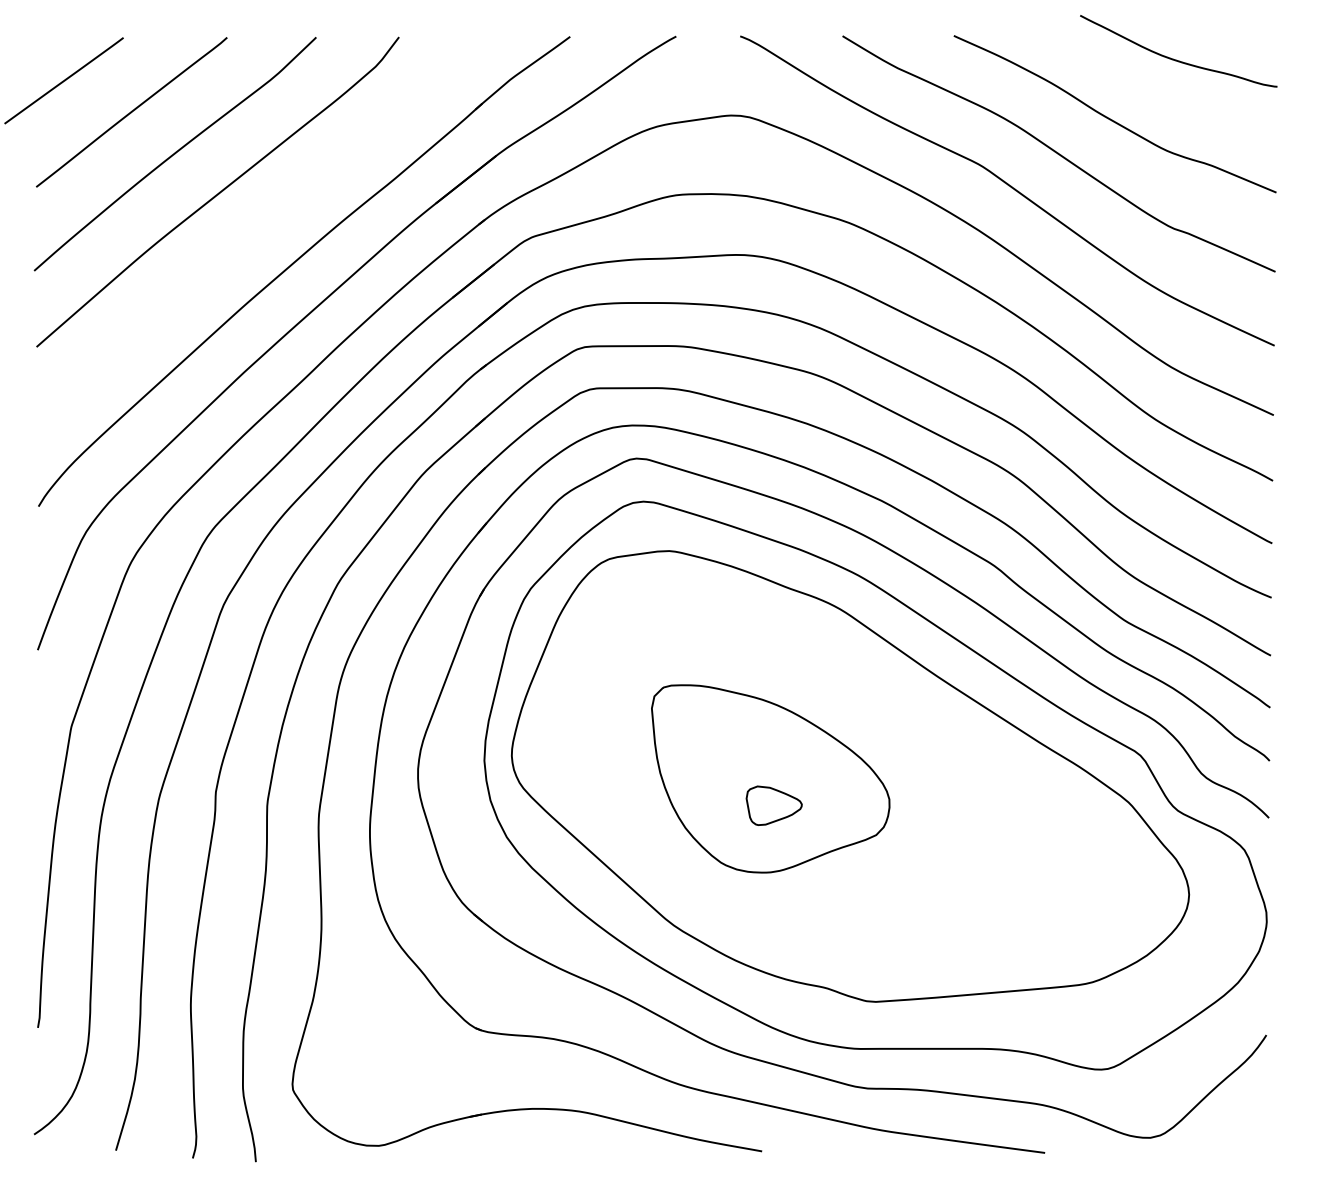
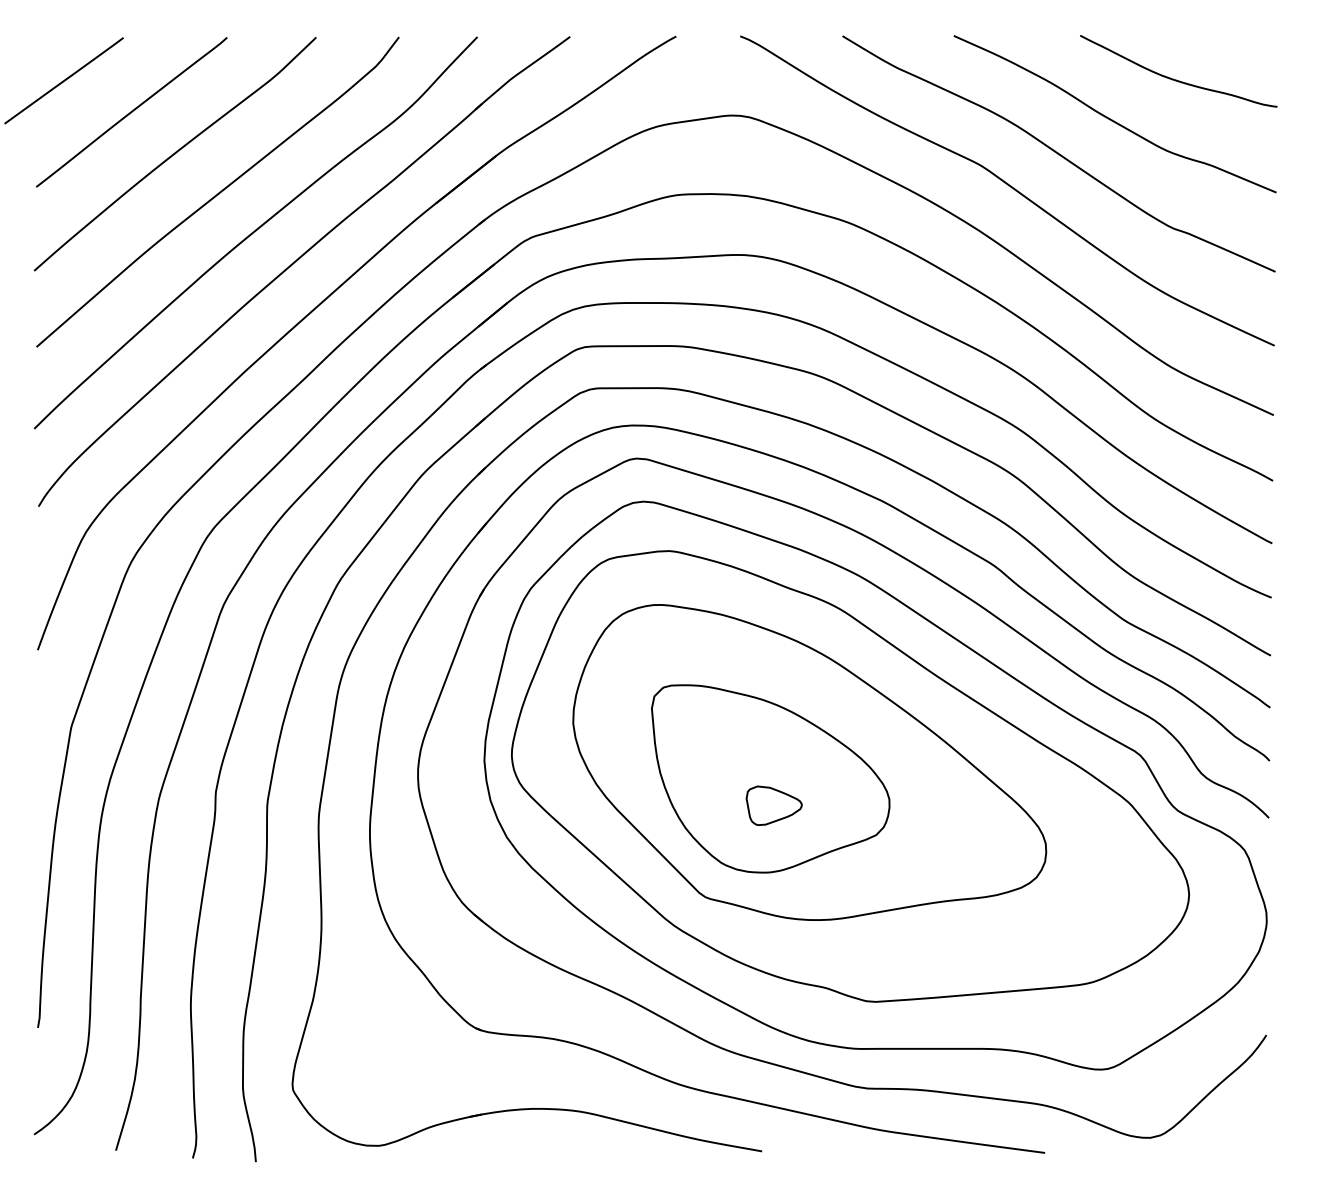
curve at (1176, 59) position: (1176, 59) -> (1176, 79)
curve at (255, 232): none -> present
part at (809, 762): none -> present
